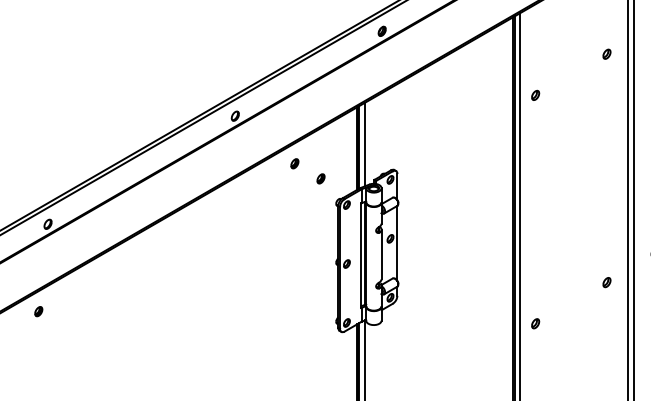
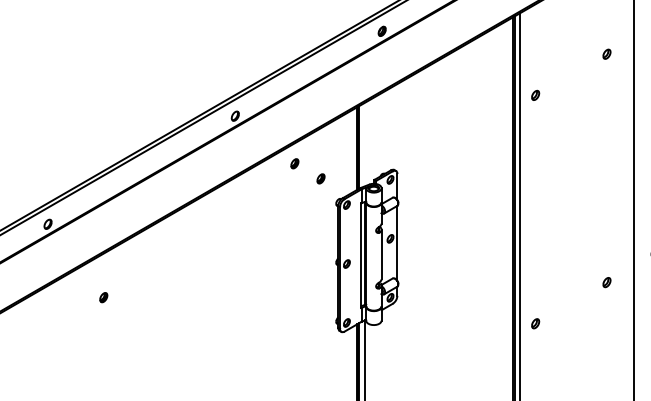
line at (365, 144): present -> none
line at (628, 199): present -> none
part at (38, 311) position: (38, 311) -> (103, 297)
